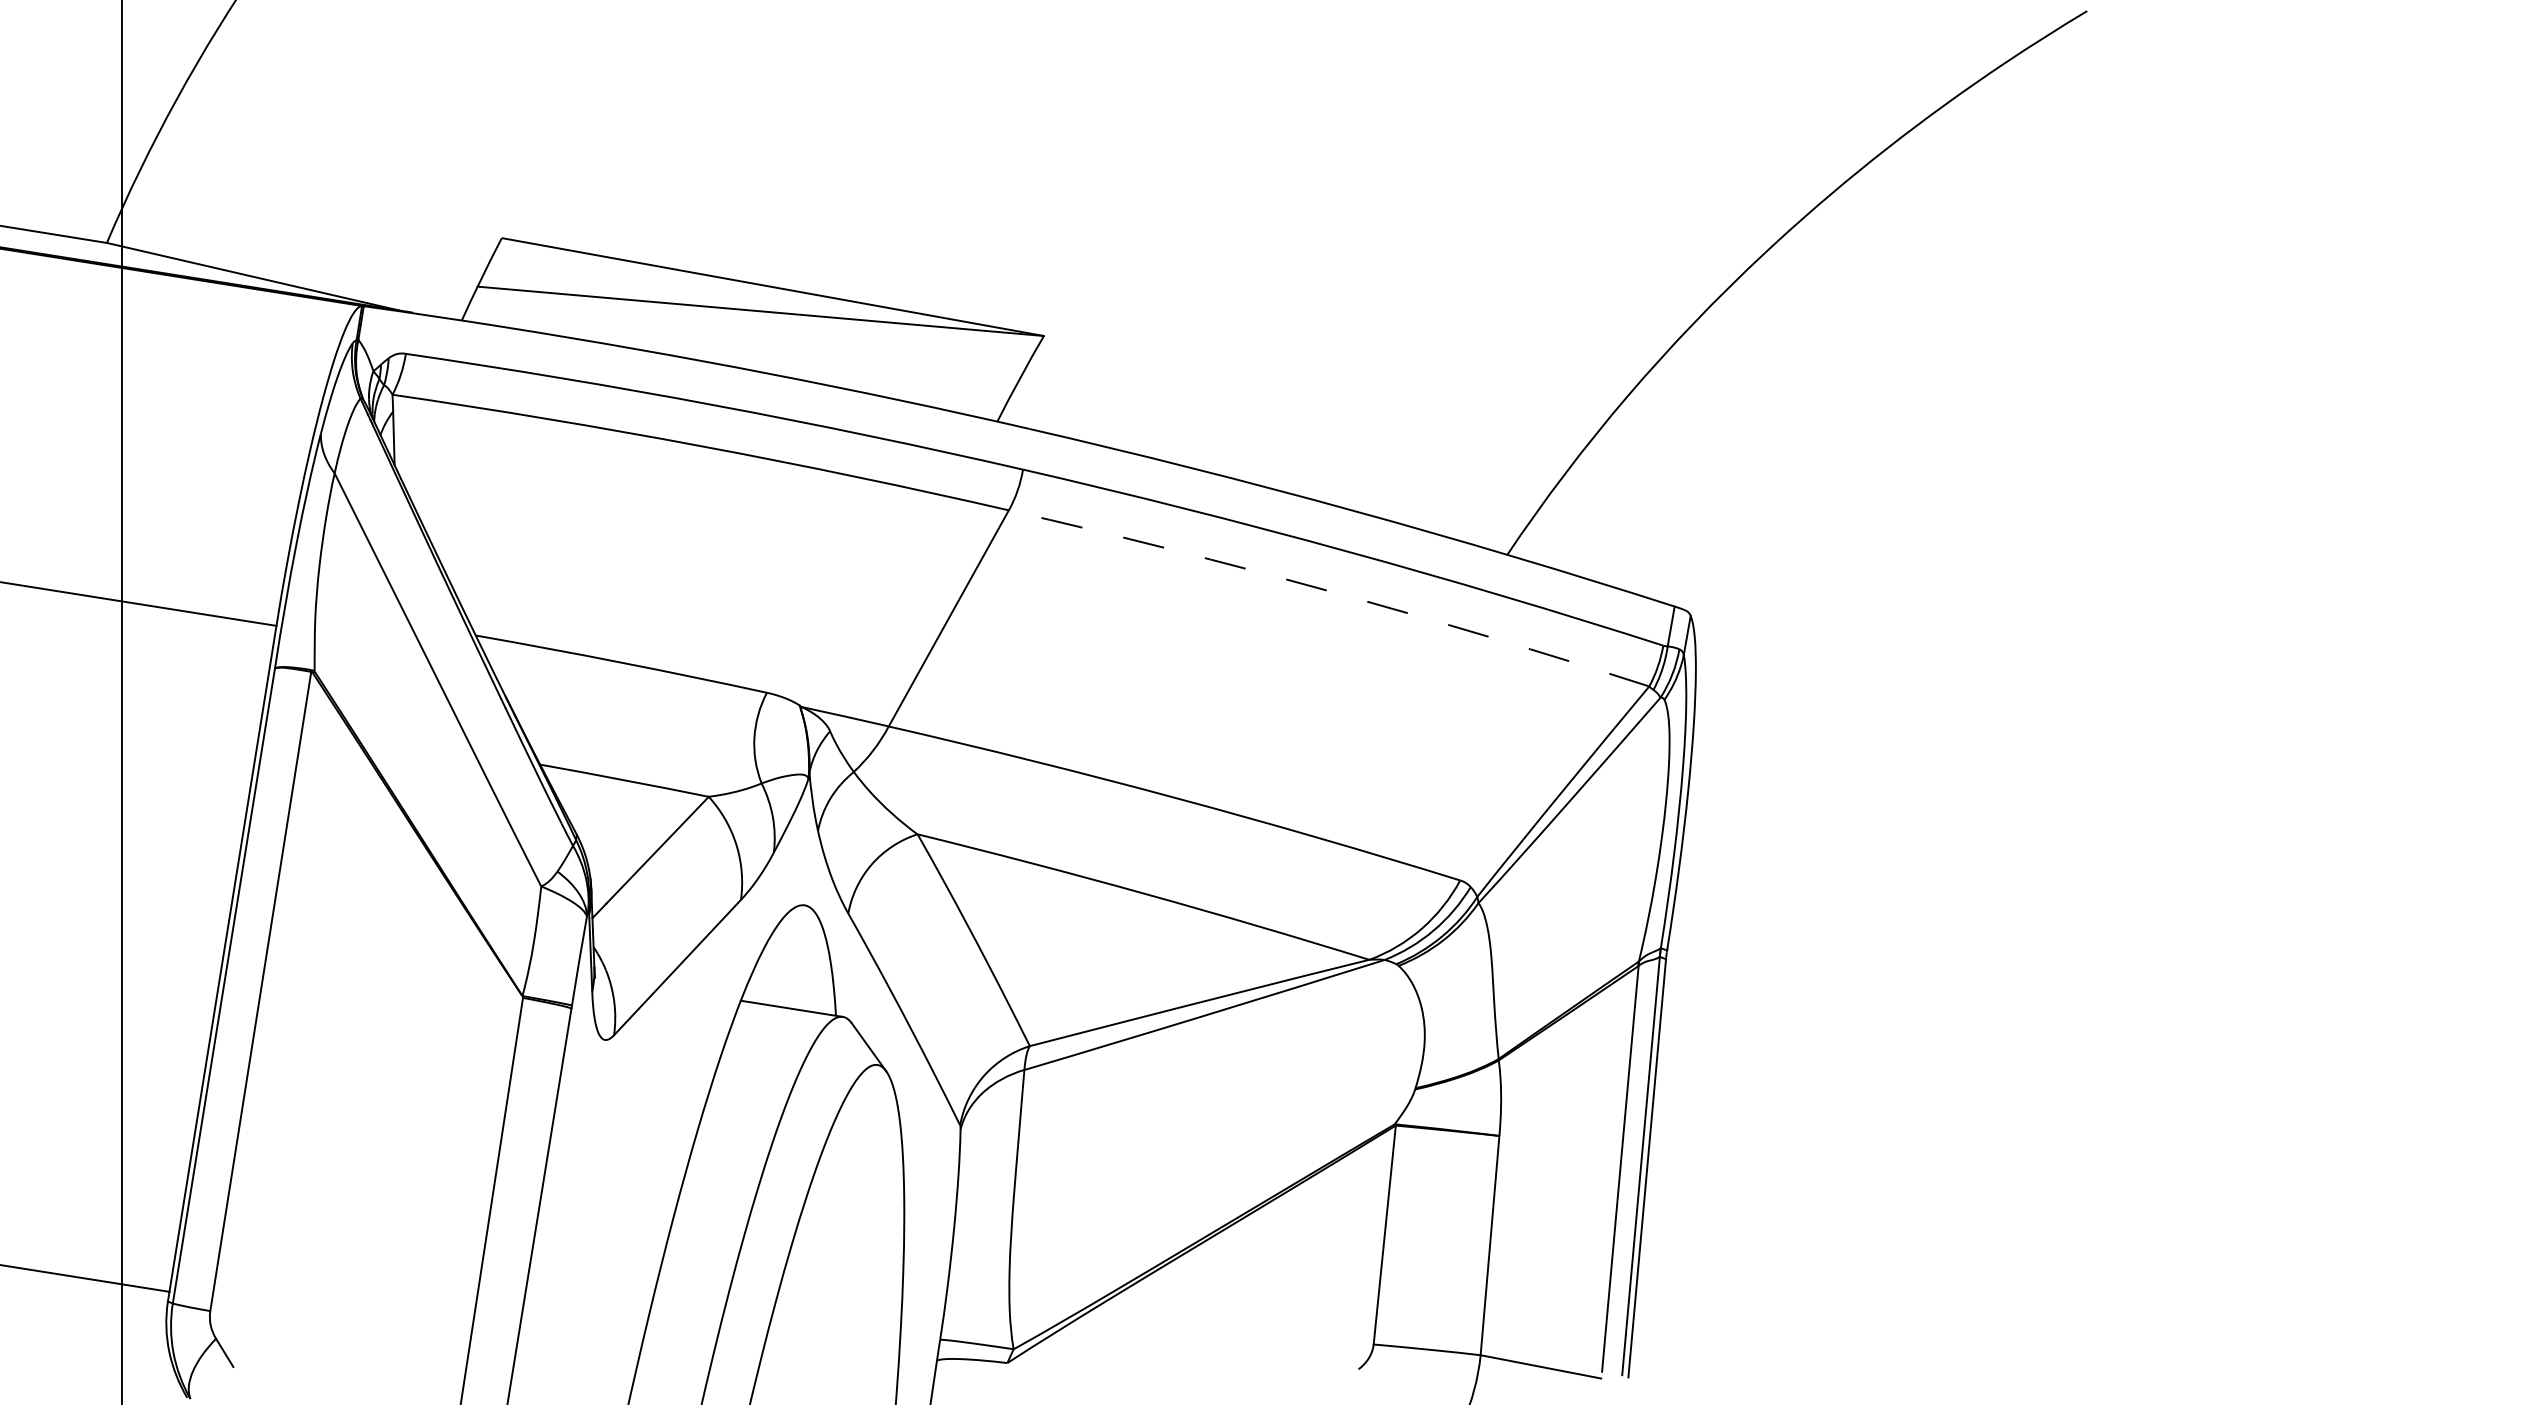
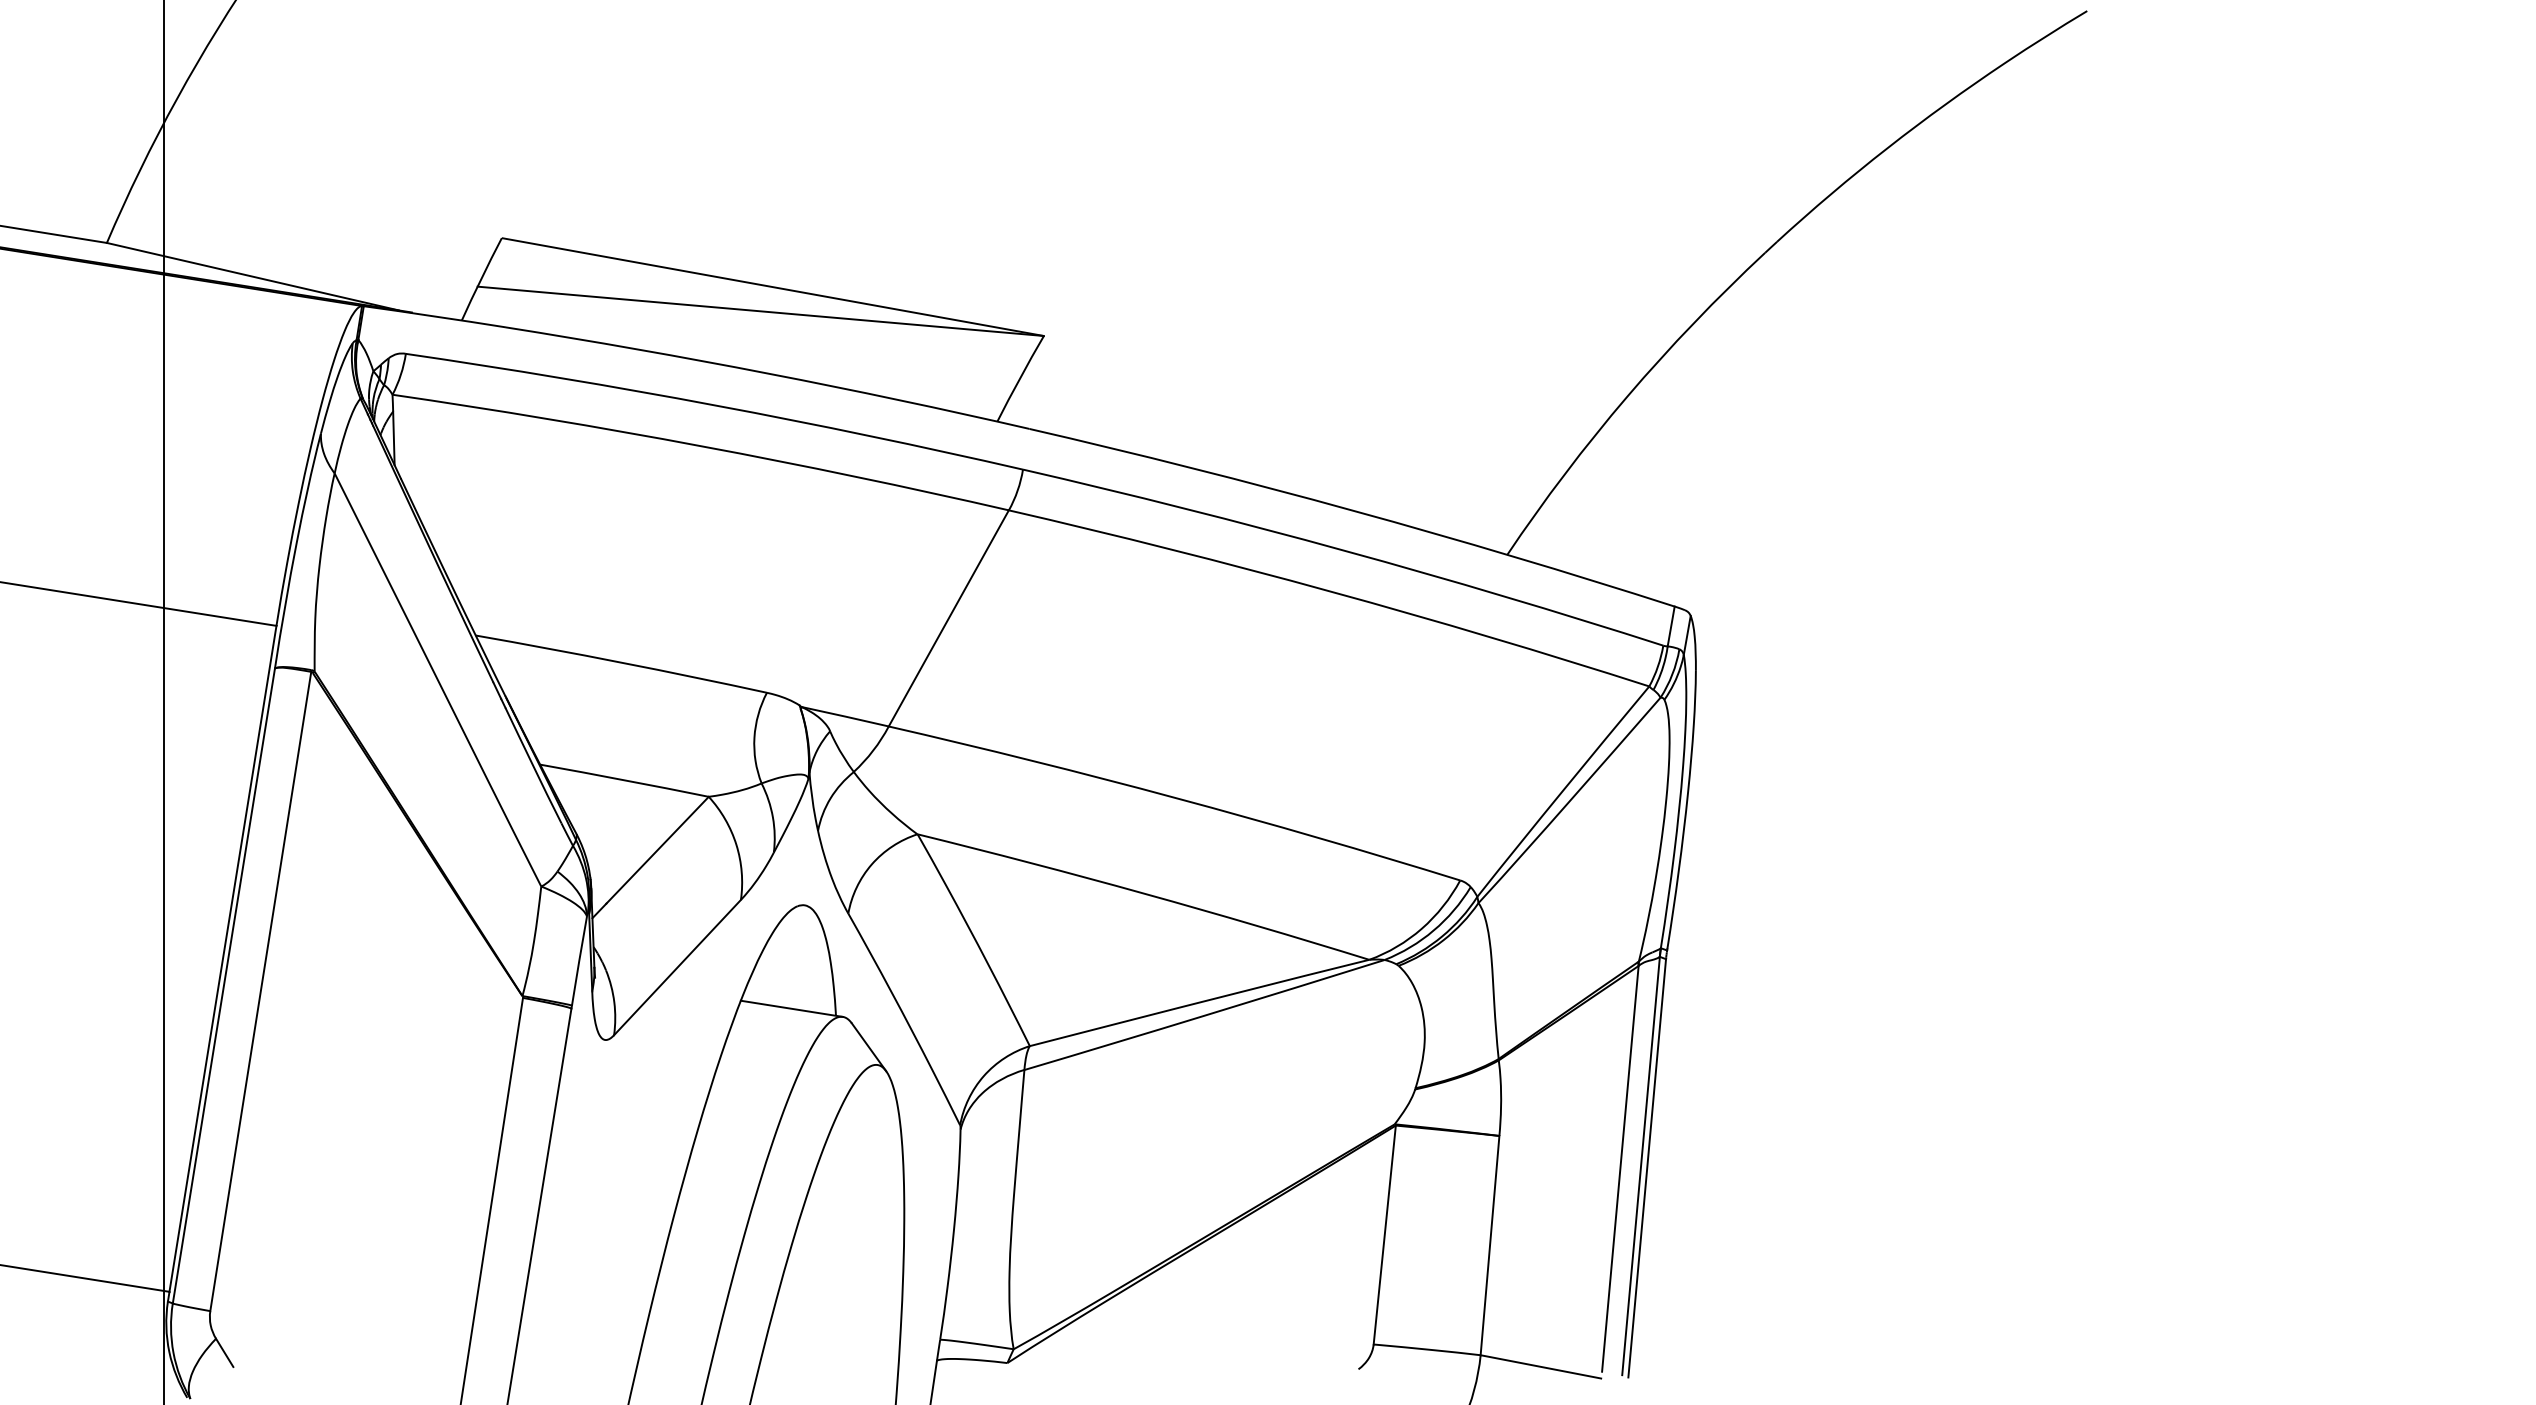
arc at (1330, 591): dashed -> solid
line at (122, 701) position: (122, 701) -> (164, 701)
